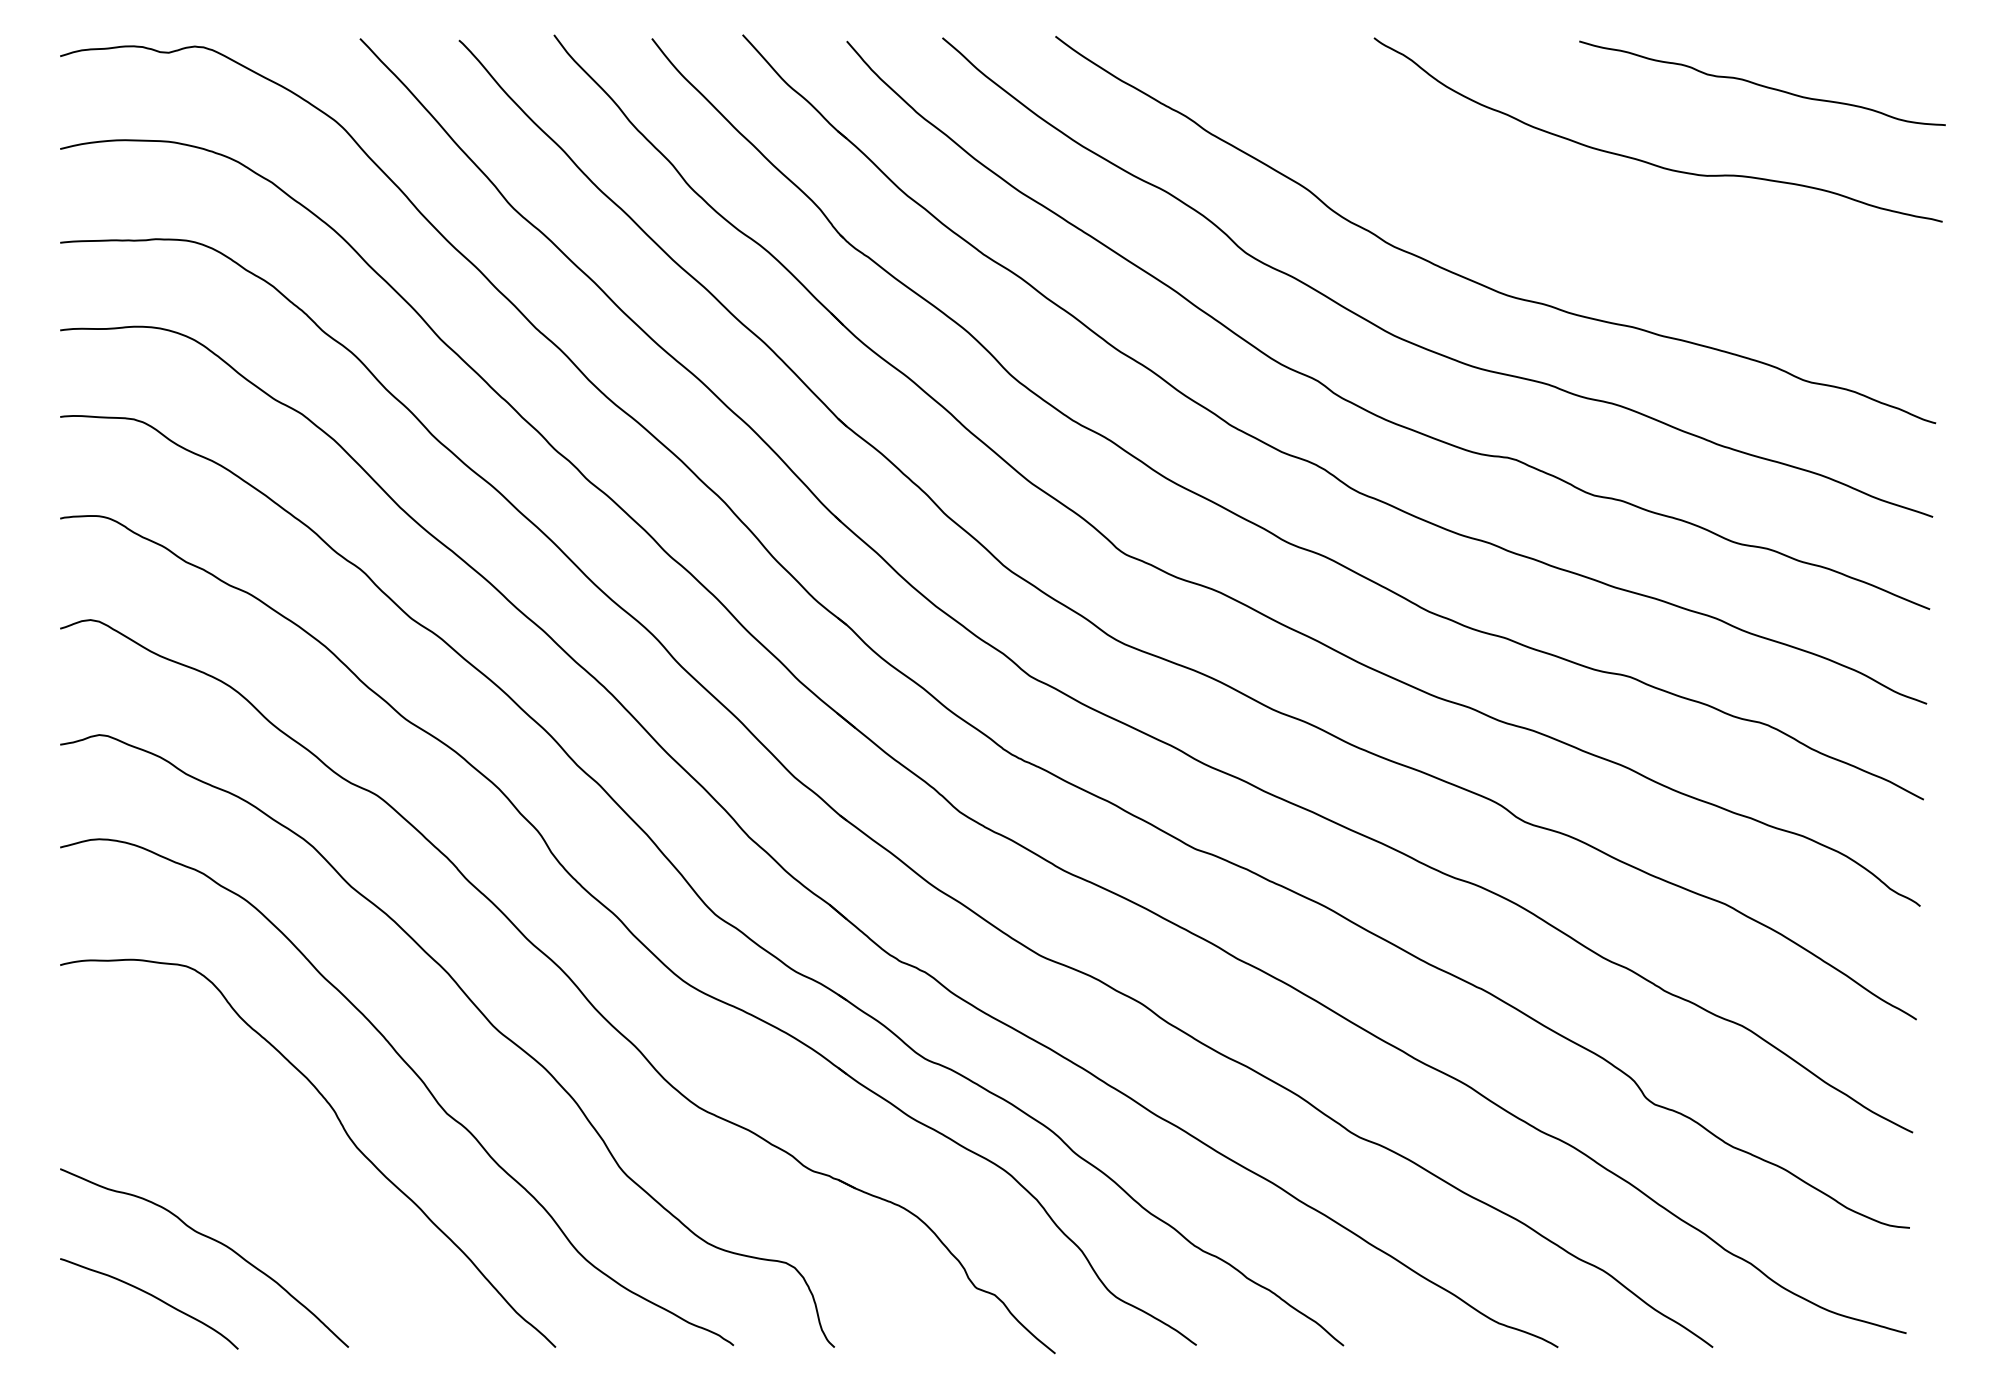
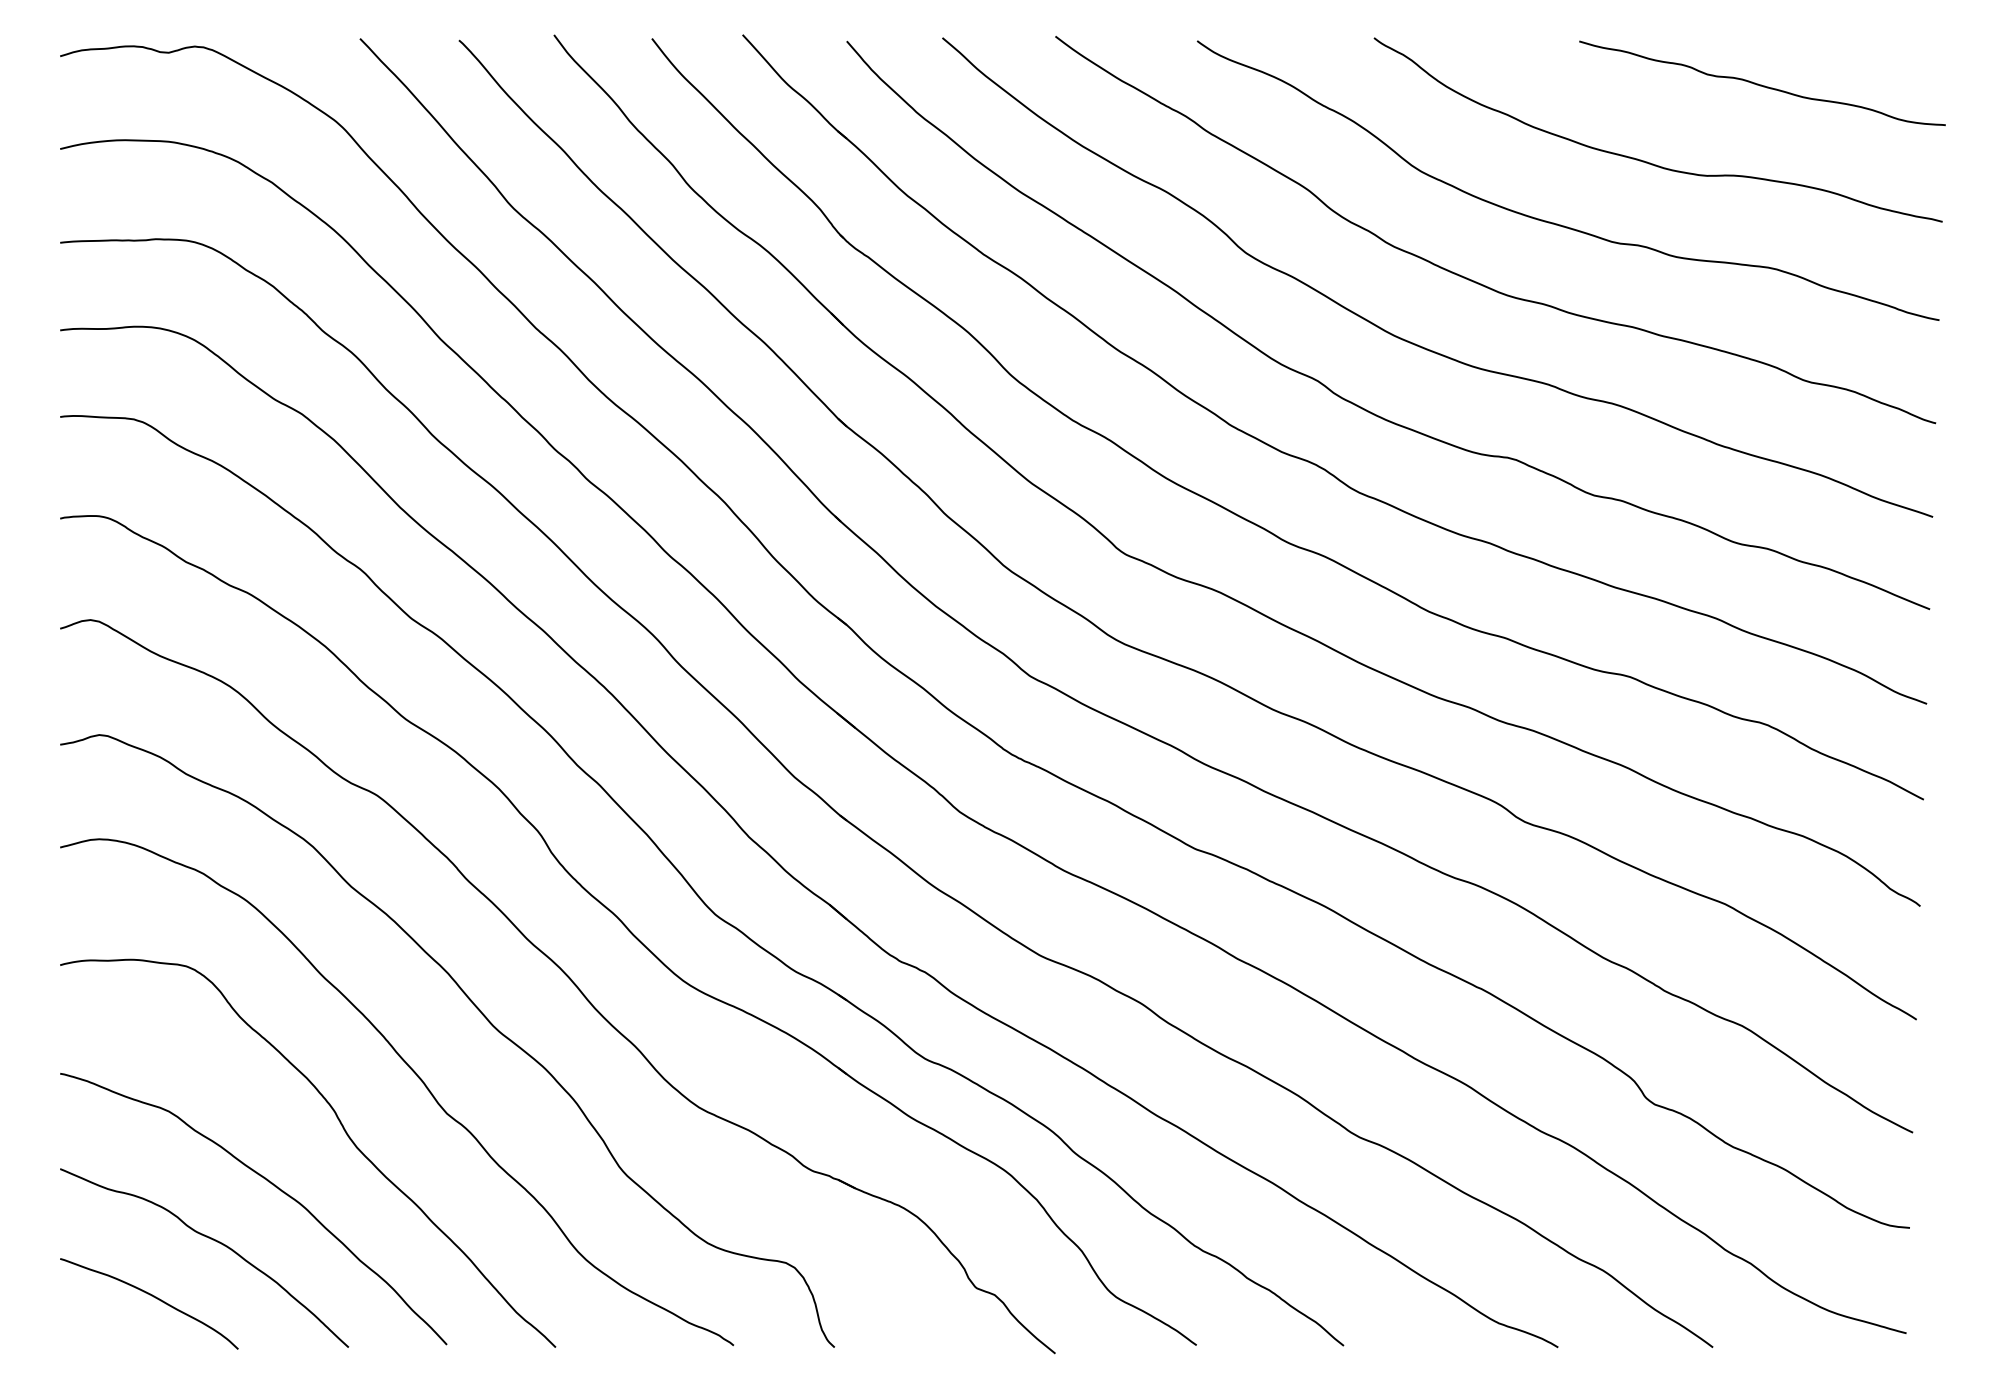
curve at (1554, 222): none -> present
curve at (271, 1184): none -> present
